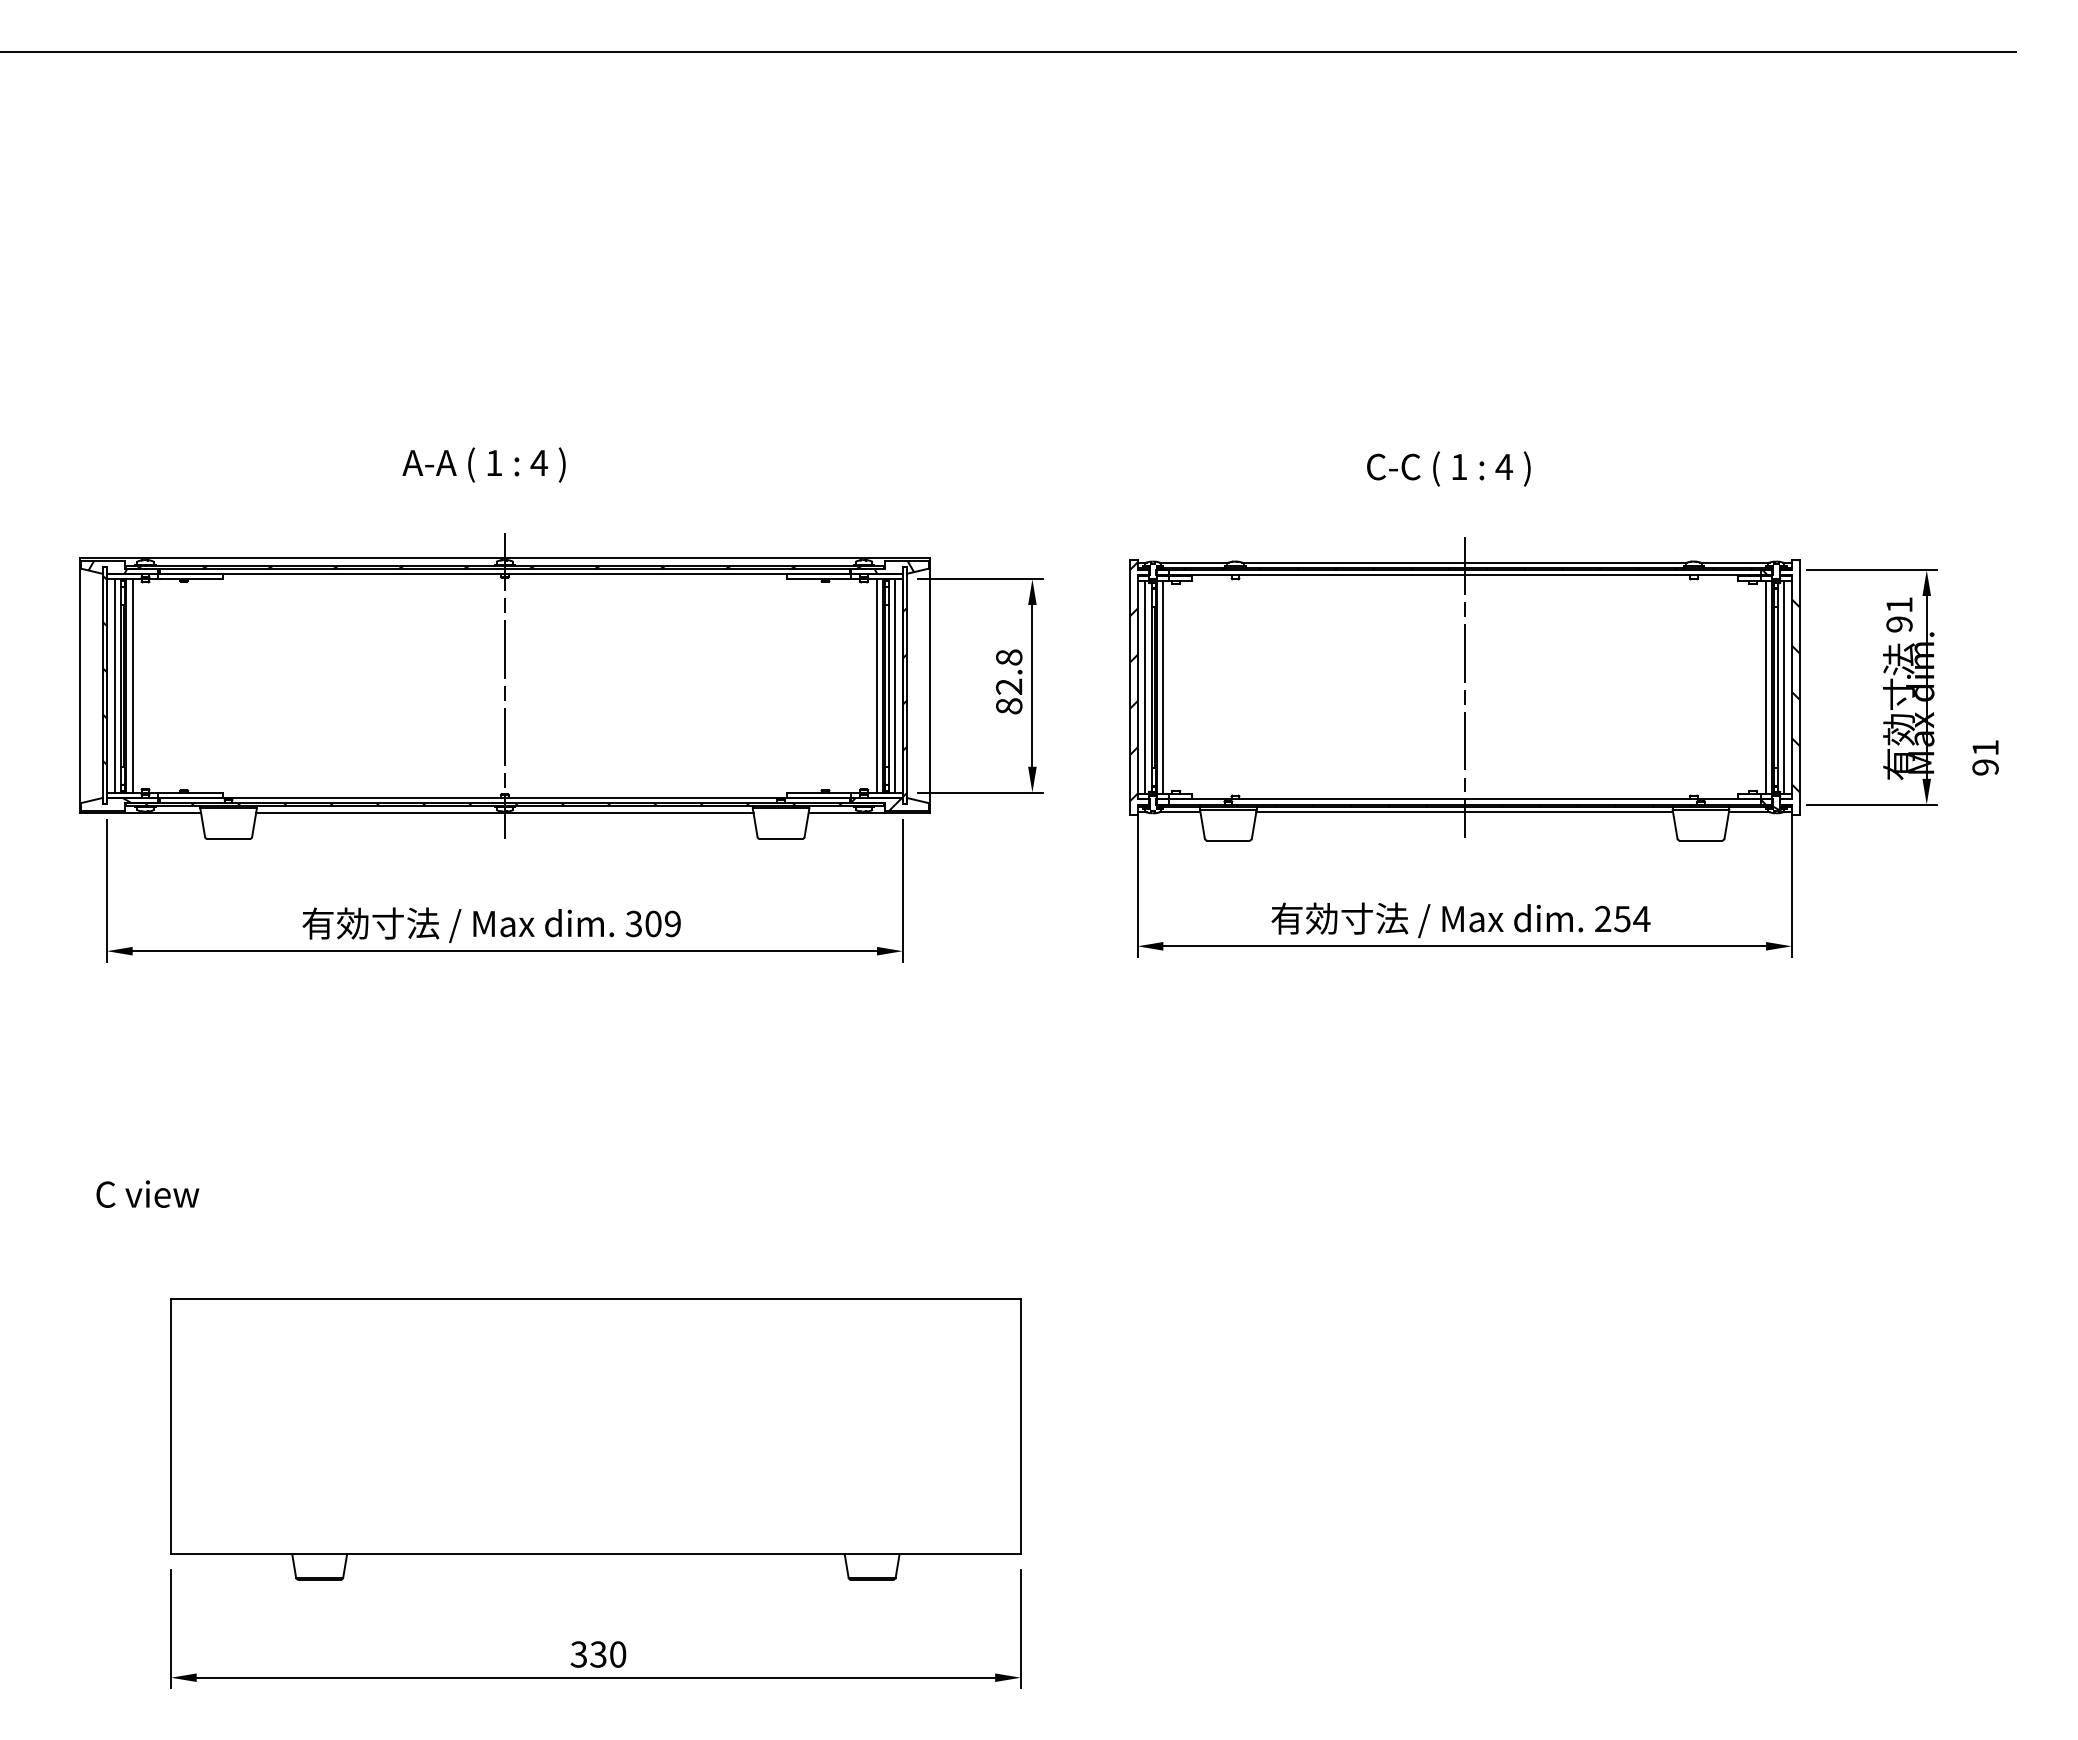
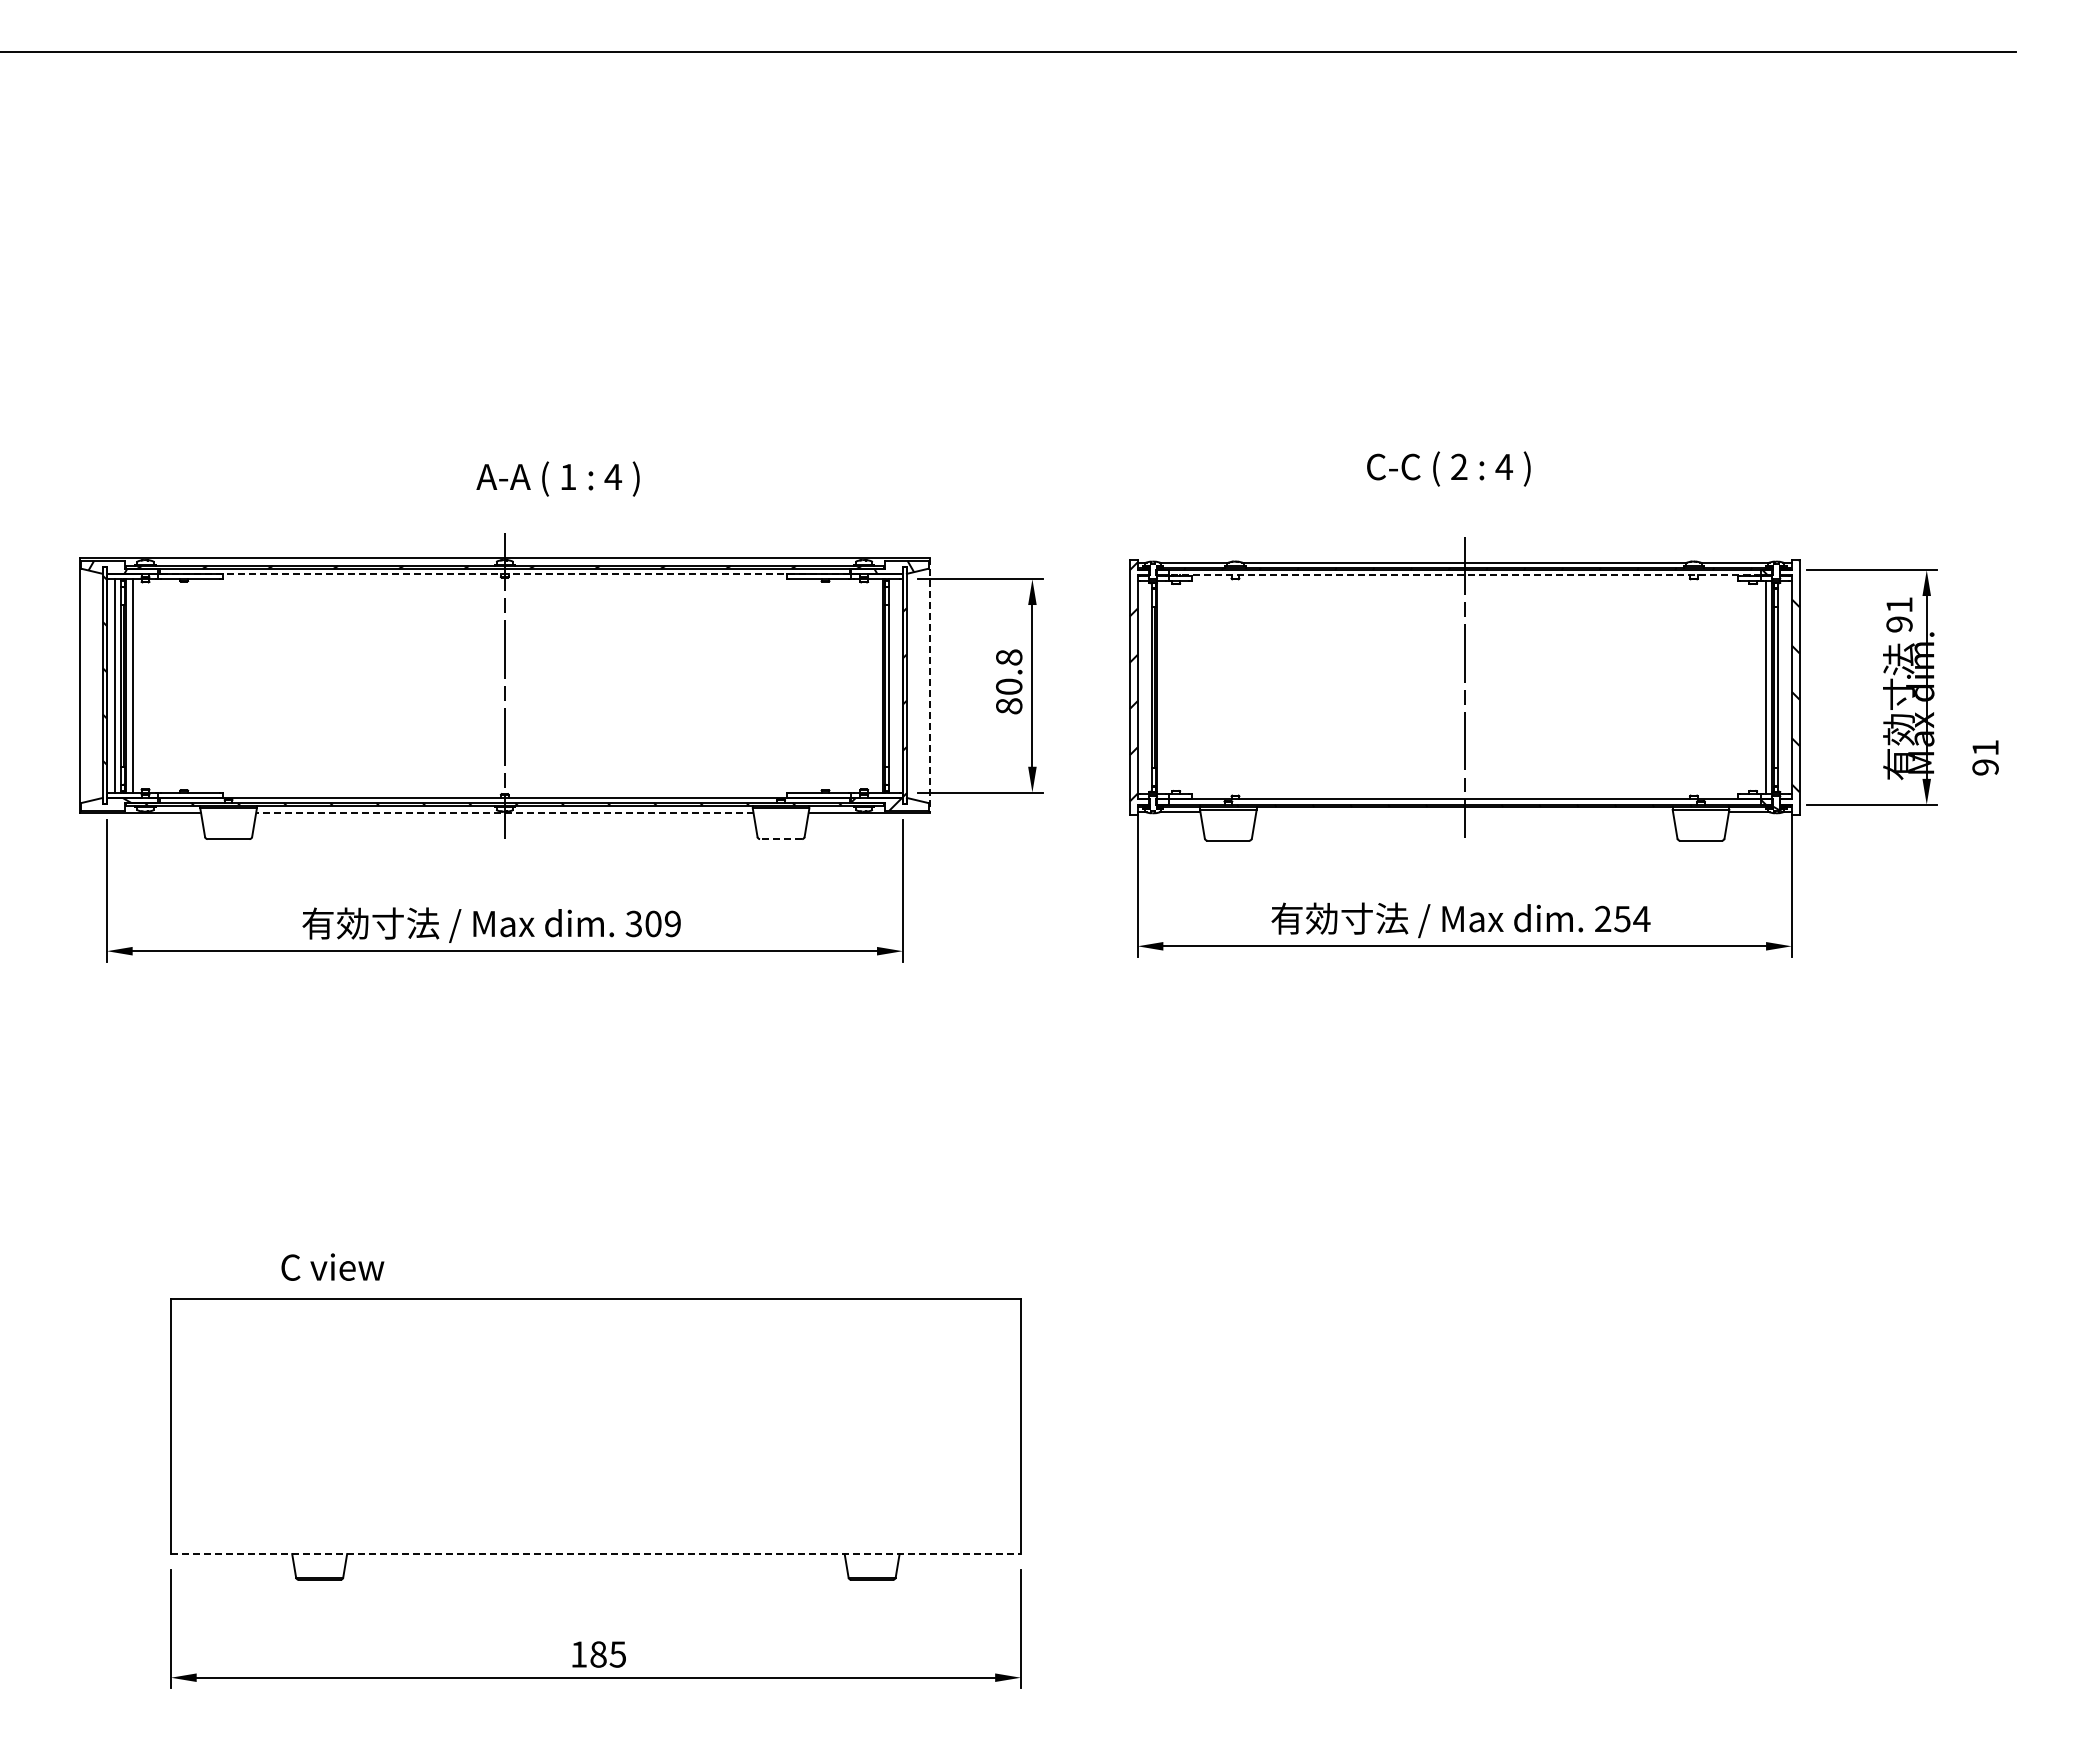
text at (483, 464) position: (483, 464) -> (557, 478)
text at (1459, 466): 1 -> 2
line at (504, 573): solid -> dashed
line at (1464, 575): solid -> dashed
line at (877, 685): present -> none
line at (895, 685): present -> none
line at (929, 686): solid -> dashed
text at (1009, 686): 82.8 -> 80.8
line at (1145, 687): present -> none
line at (1163, 687): present -> none
line at (1784, 687): present -> none
line at (1464, 812): present -> none
line at (504, 813): solid -> dashed
line at (781, 839): solid -> dashed
text at (147, 1193) position: (147, 1193) -> (332, 1266)
line at (595, 1554): solid -> dashed
text at (598, 1654): 330 -> 185
